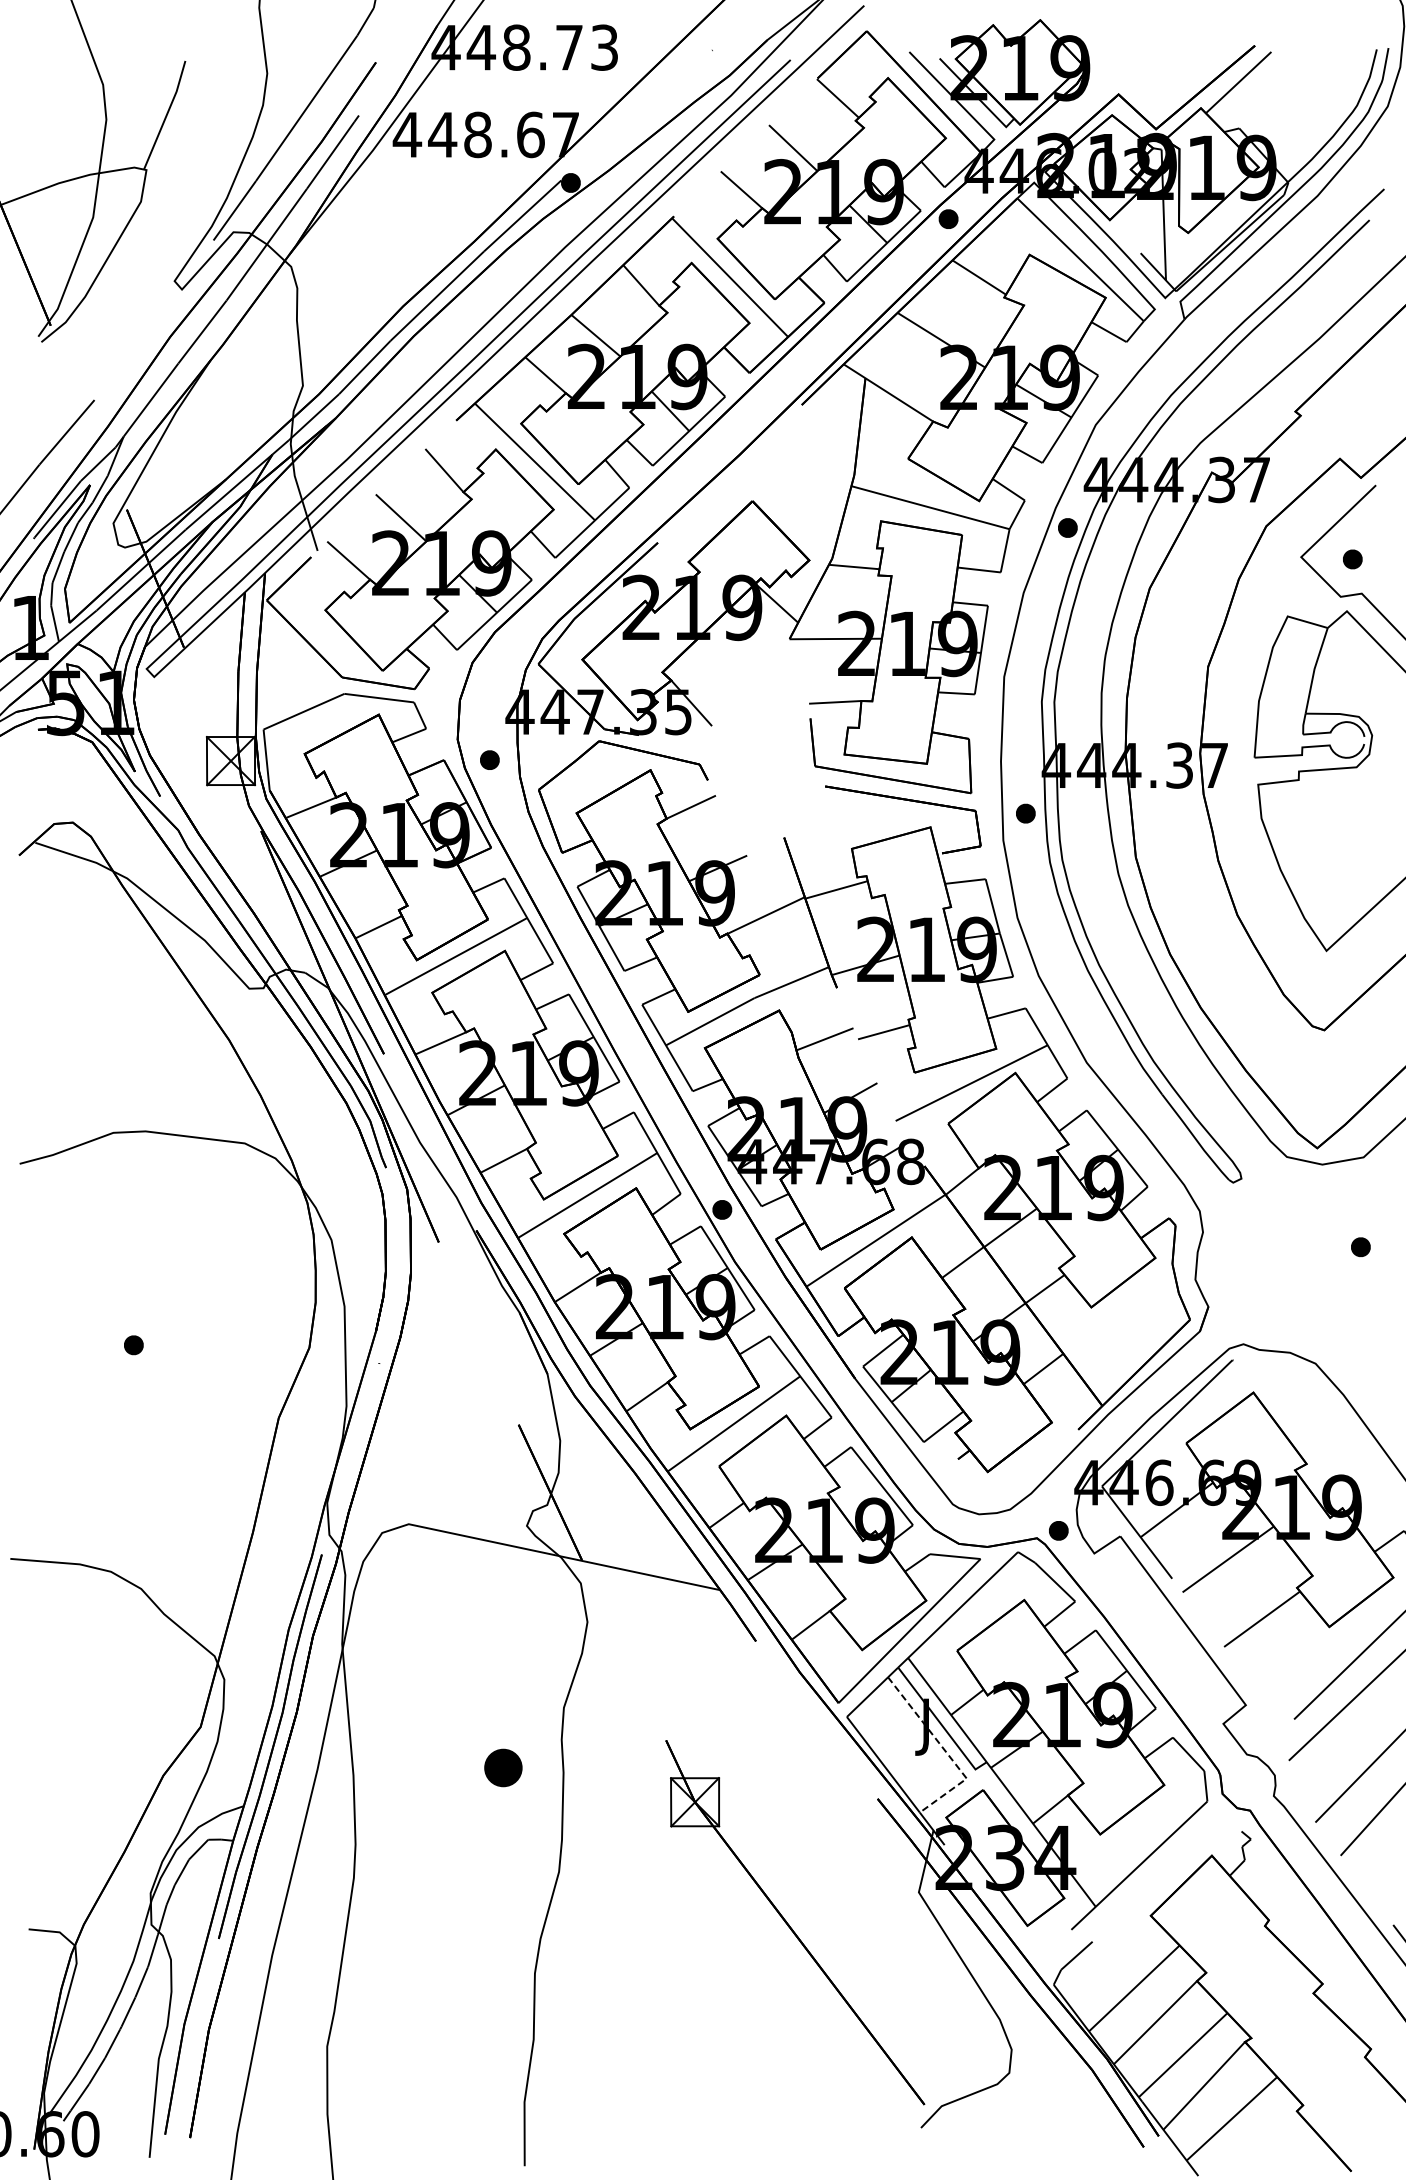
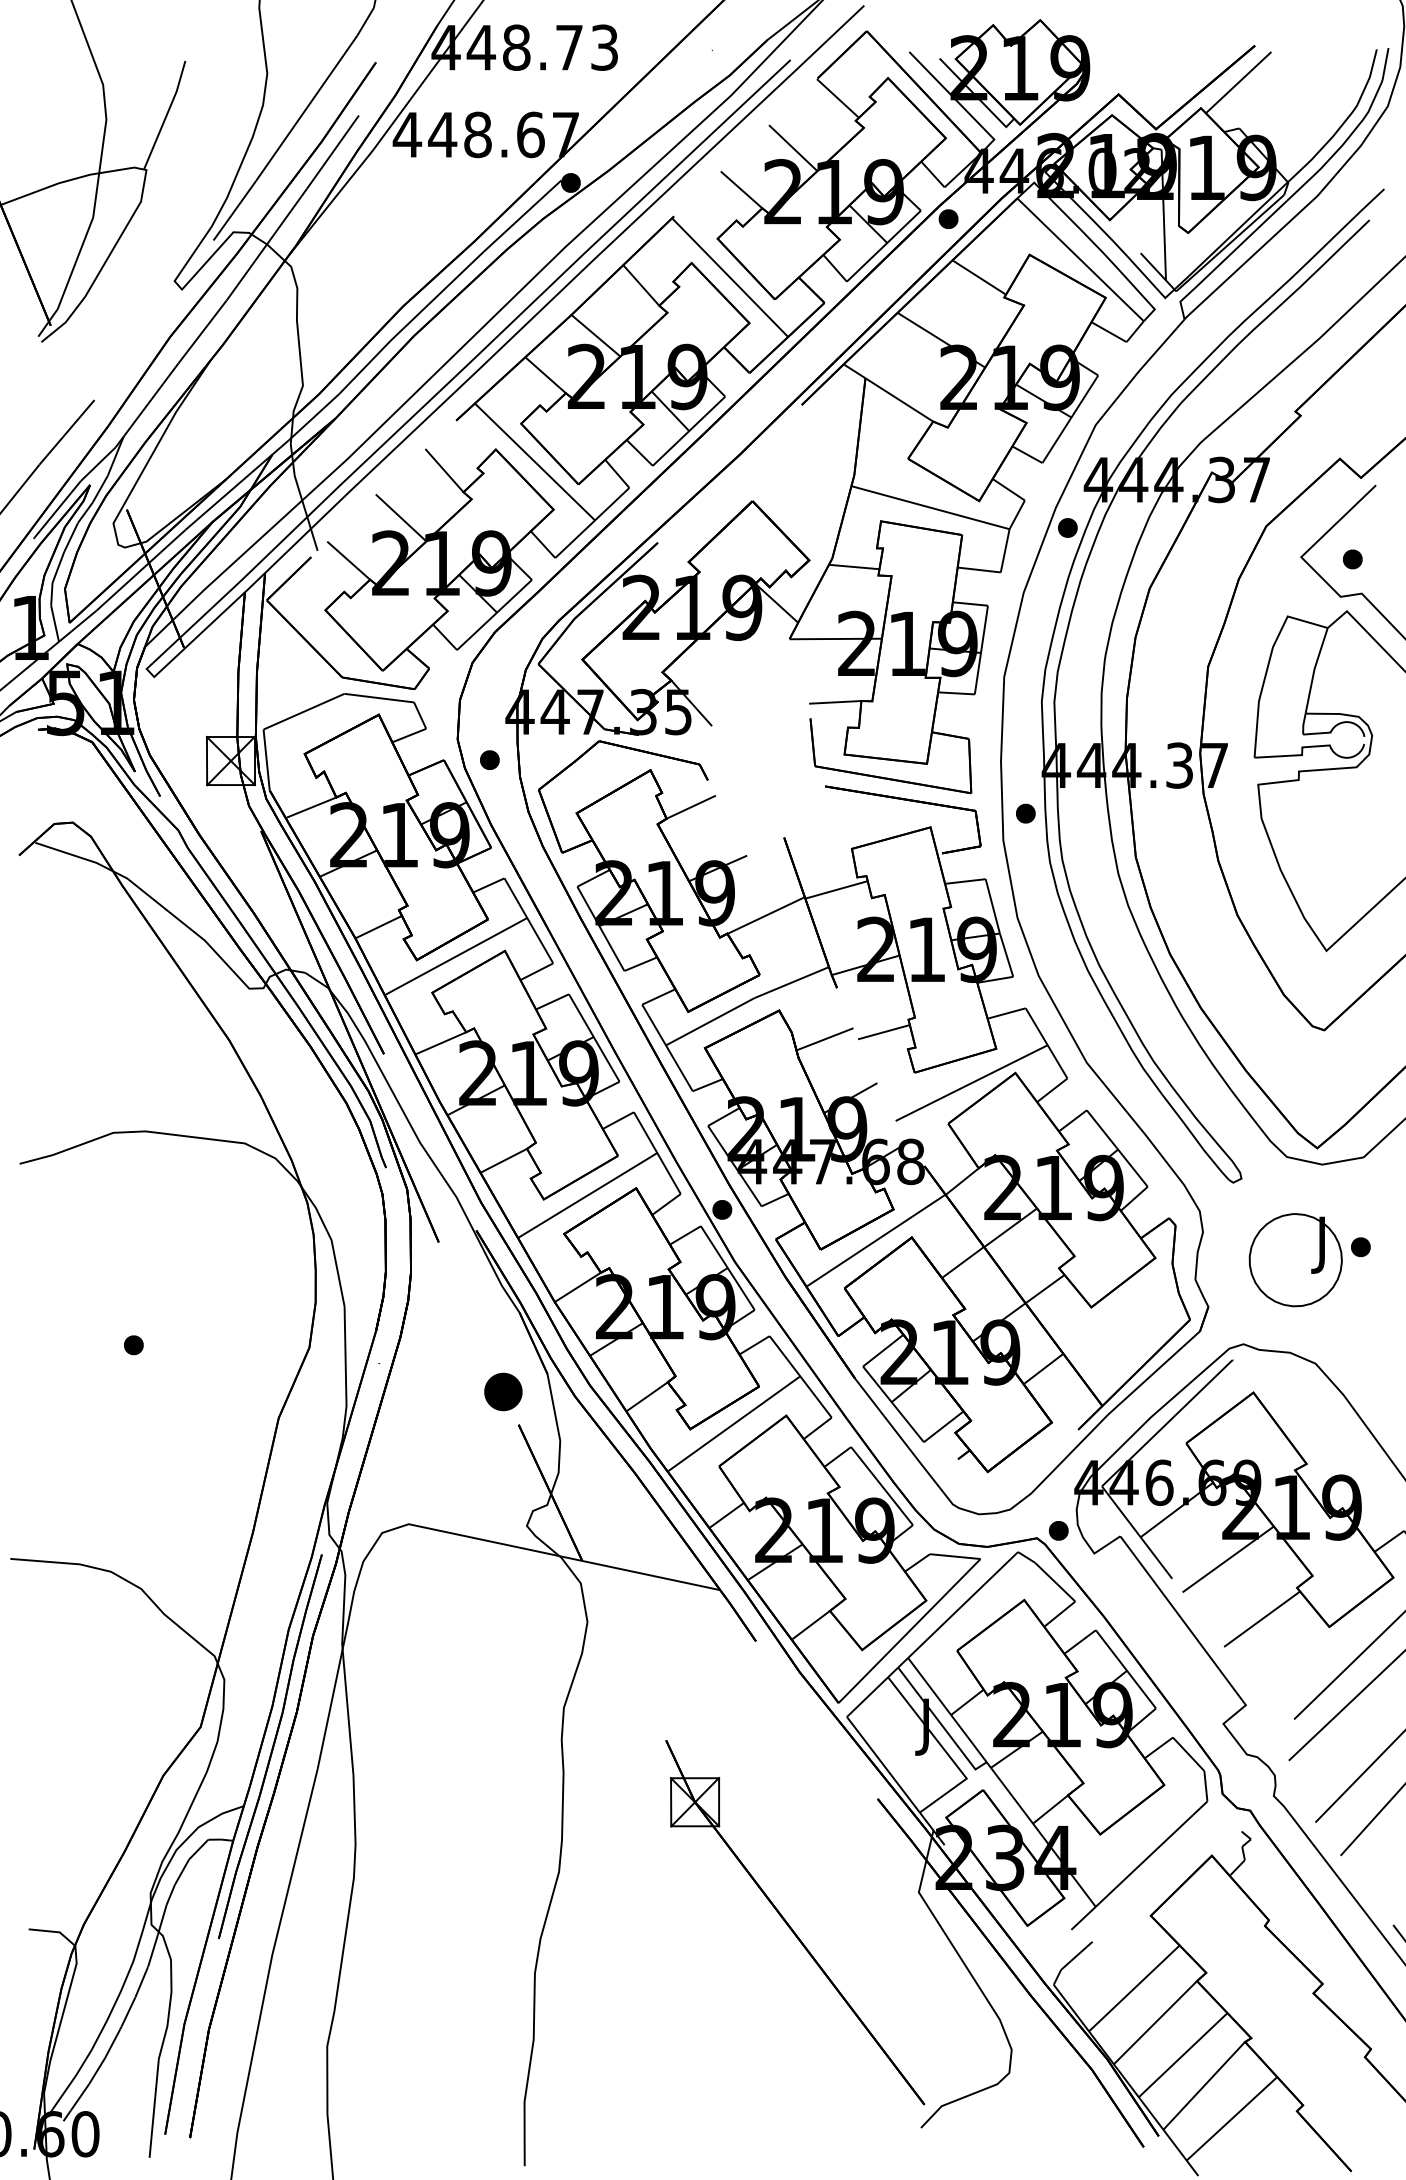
part at (1295, 1260): none -> present
line at (945, 1751): dashed -> solid
part at (503, 1767) position: (503, 1767) -> (503, 1391)
